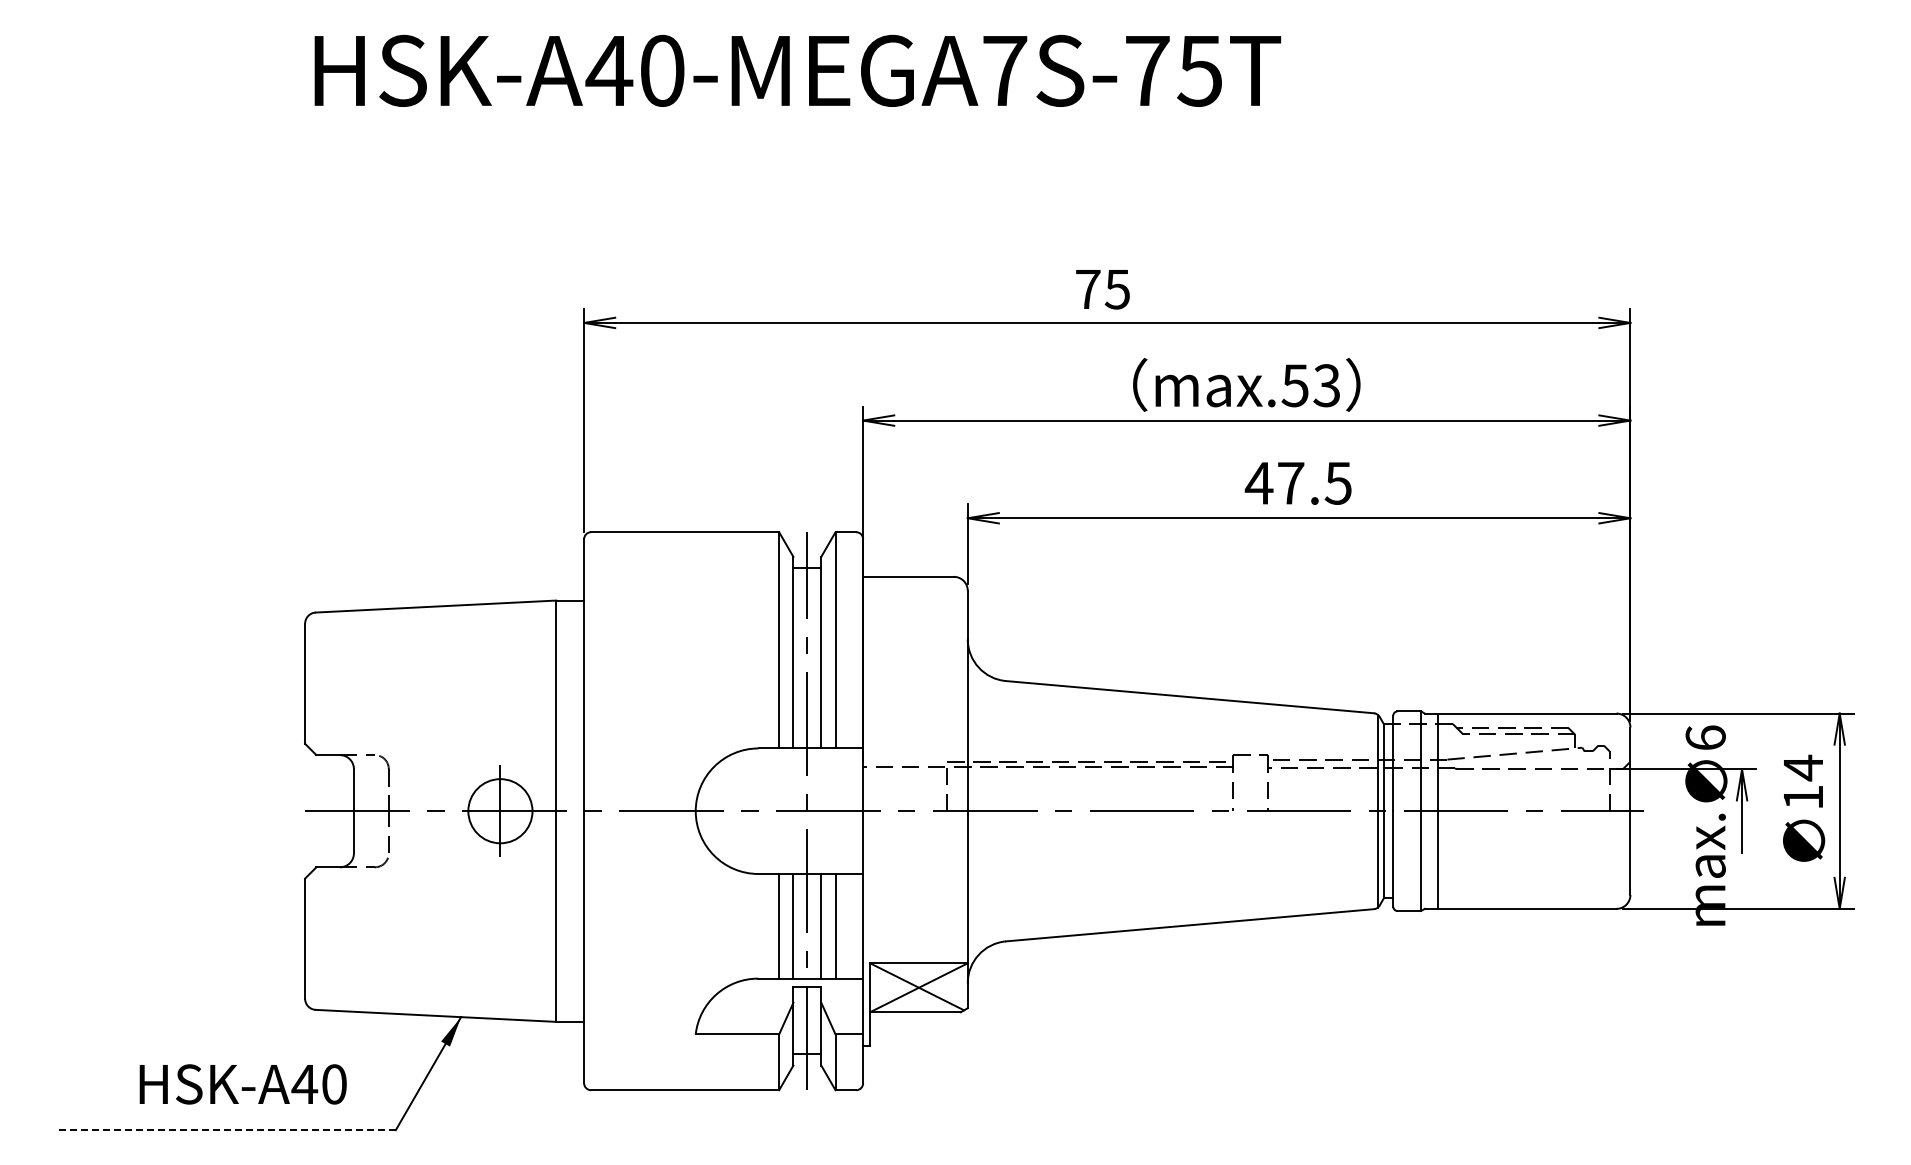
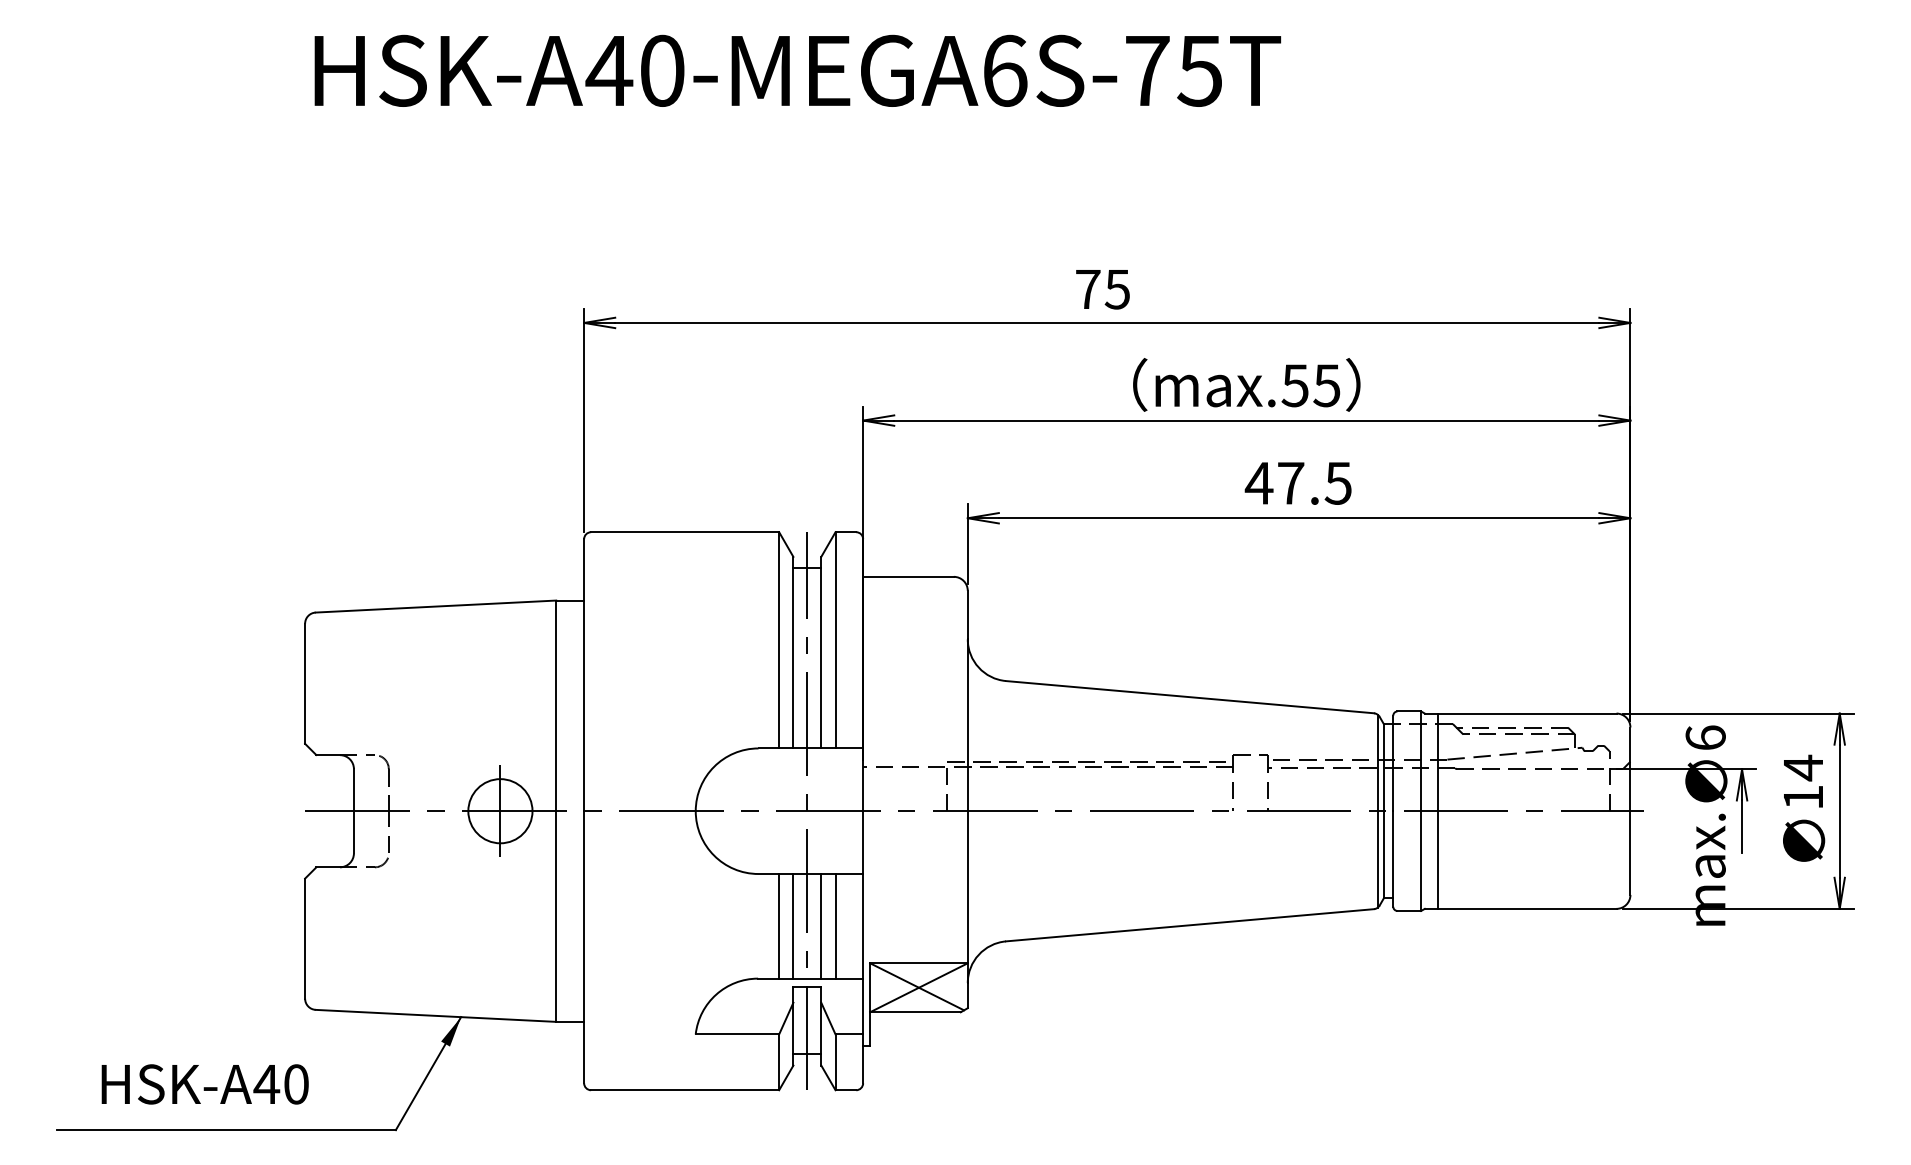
text at (1005, 70): HSK-A40-MEGA7S-75T -> HSK-A40-MEGA6S-75T
text at (1326, 385): max.53 -> max.55
text at (242, 1084) position: (242, 1084) -> (204, 1084)
line at (226, 1130): dashed -> solid
